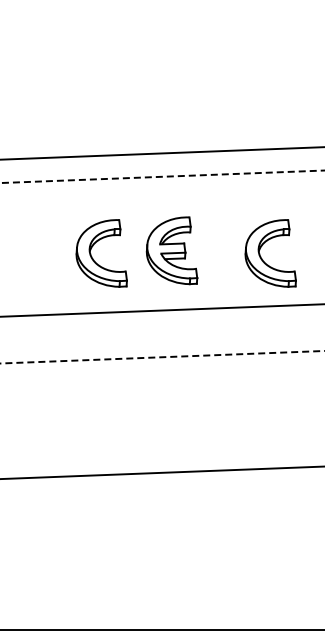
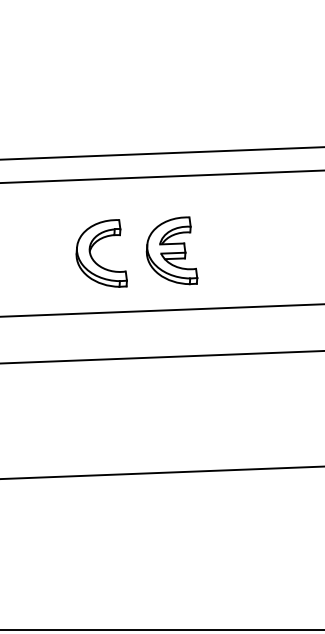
line at (162, 176): dashed -> solid
part at (262, 258): present -> none
line at (162, 357): dashed -> solid
